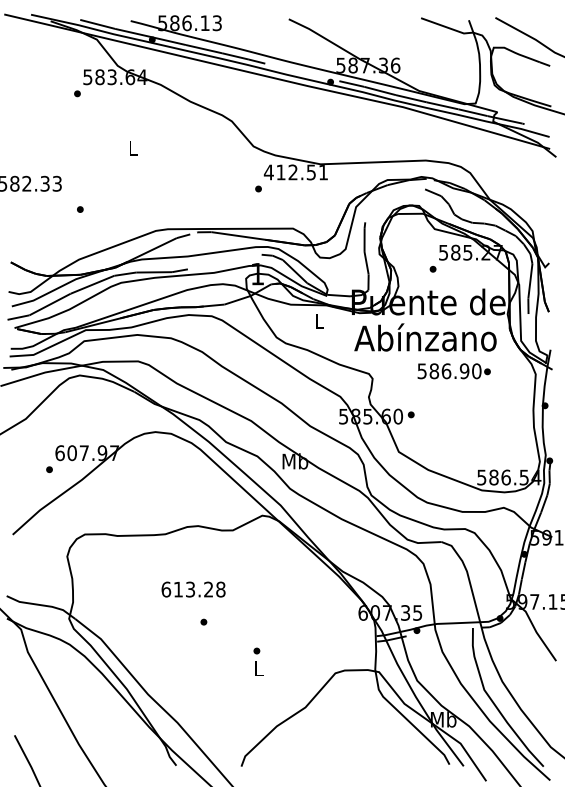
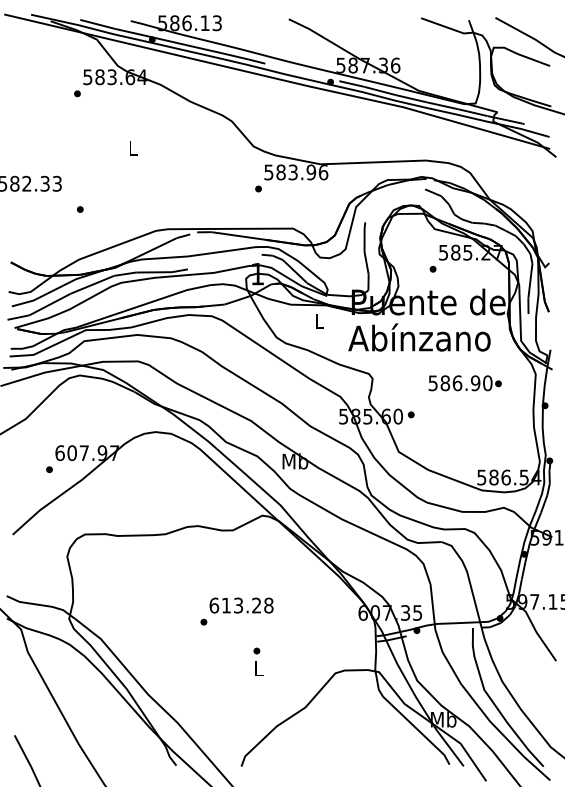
text at (295, 172): 412.51 -> 583.96
text at (425, 337) position: (425, 337) -> (419, 337)
text at (453, 371) position: (453, 371) -> (464, 383)
text at (193, 589) position: (193, 589) -> (241, 605)
